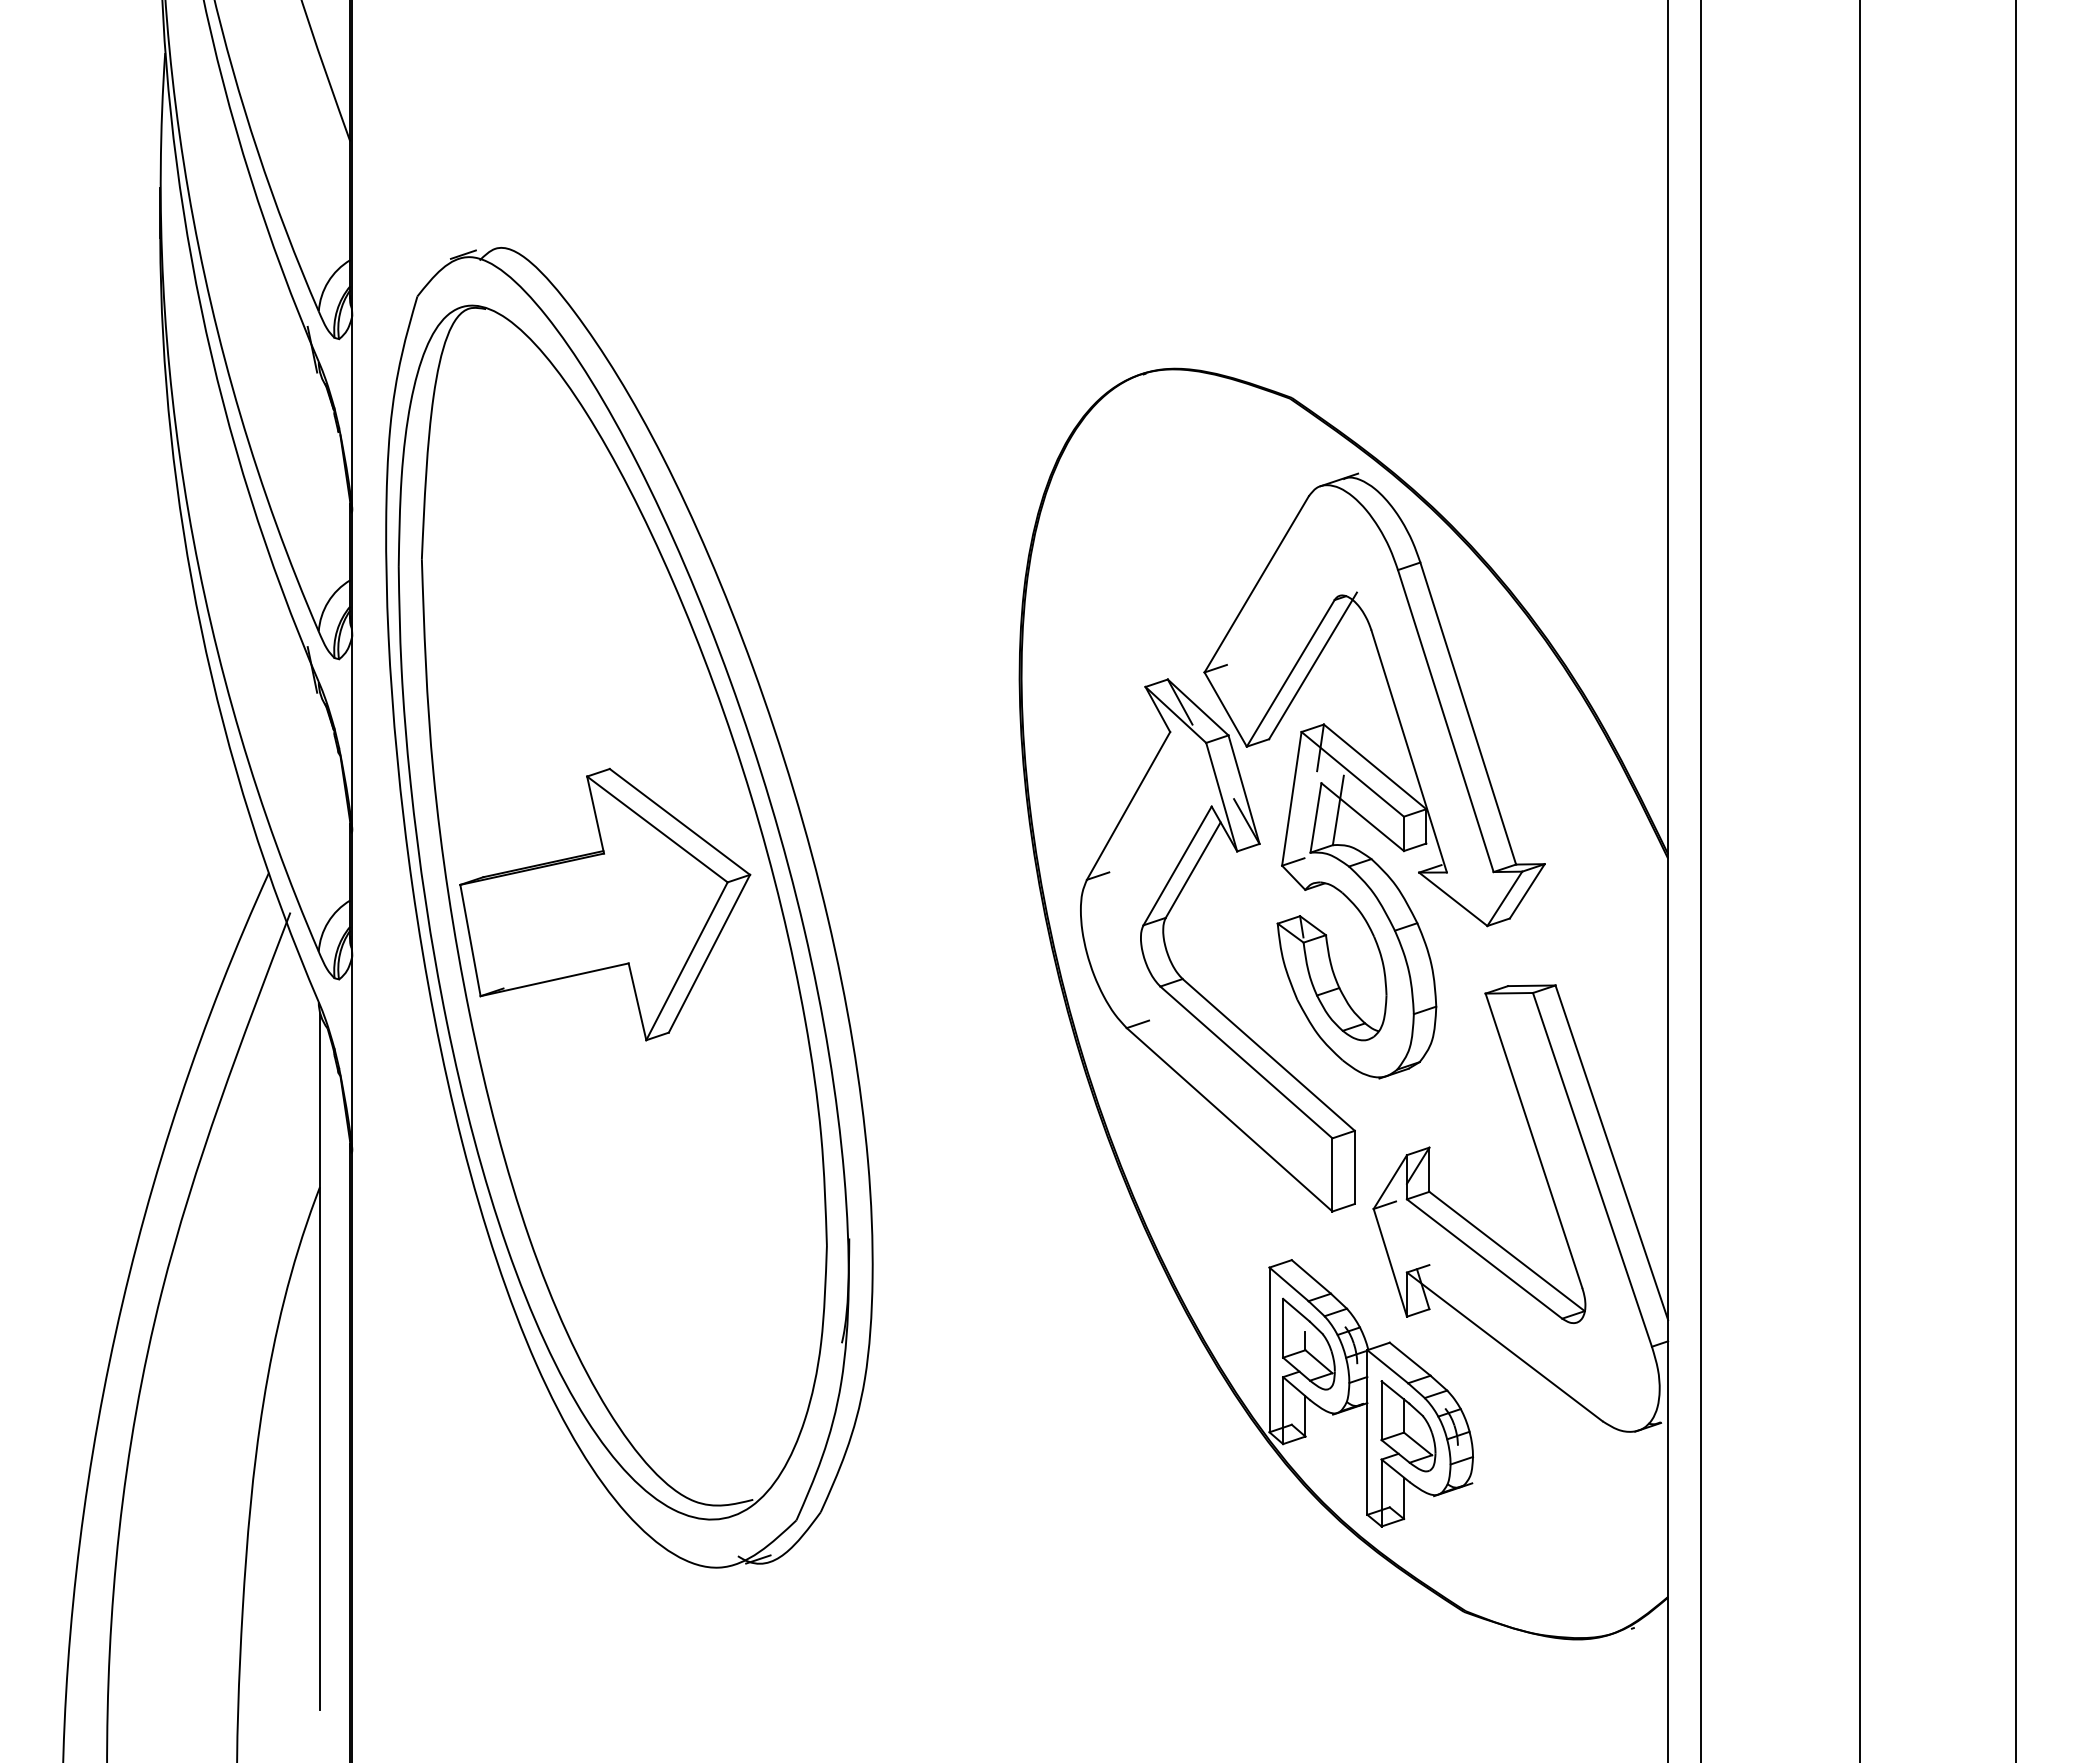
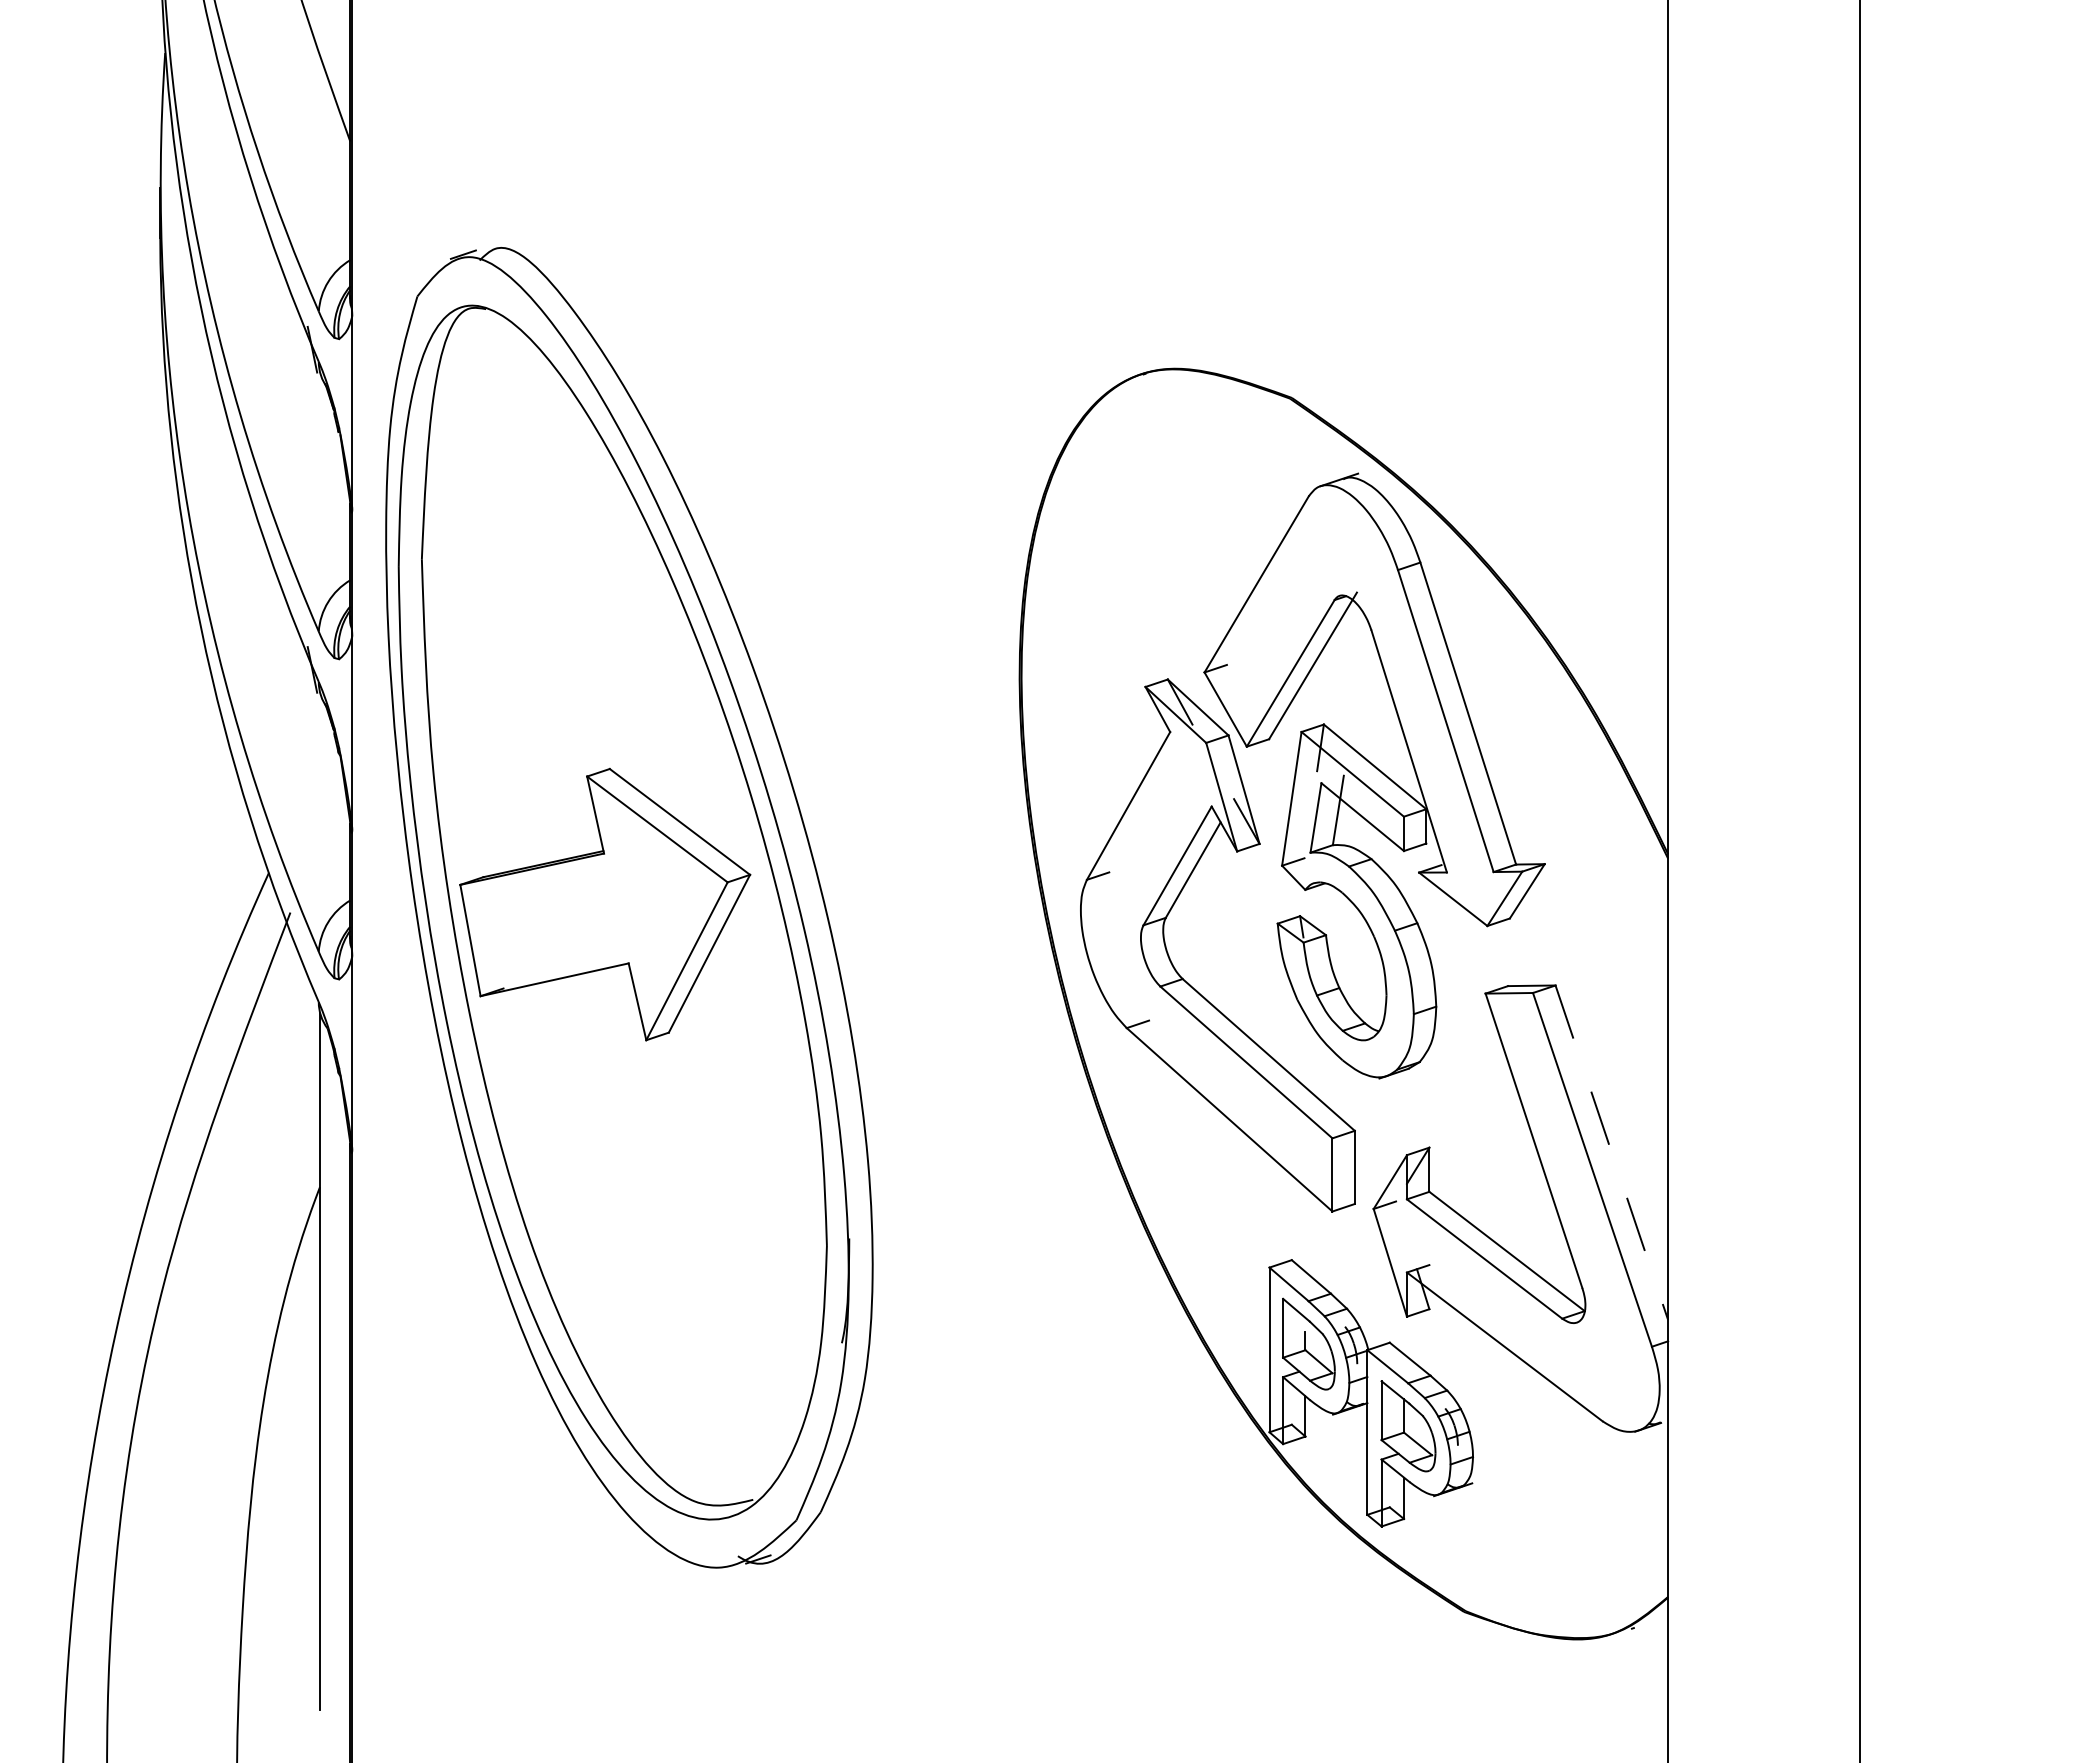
line at (1701, 880): present -> none
line at (2015, 880): present -> none
line at (1611, 1153): solid -> dashed
